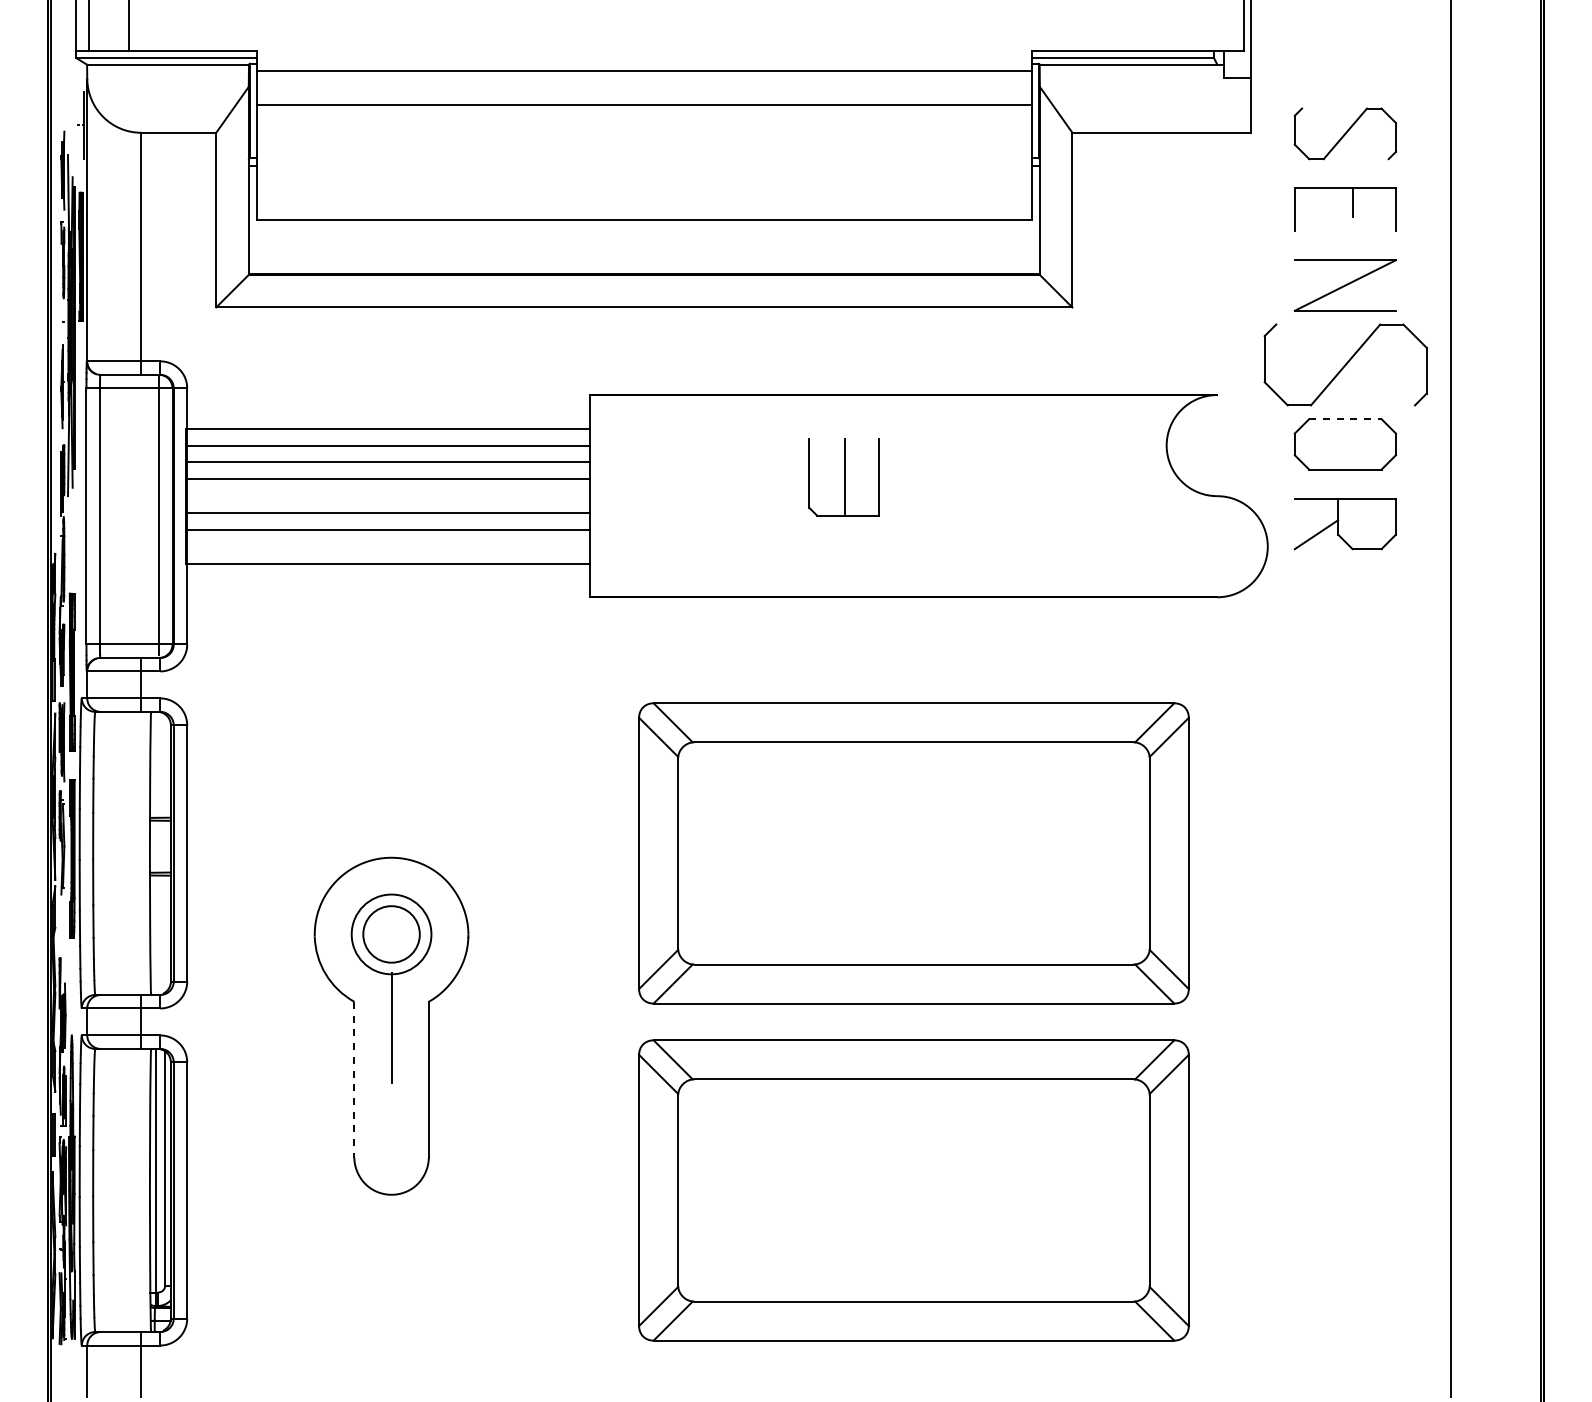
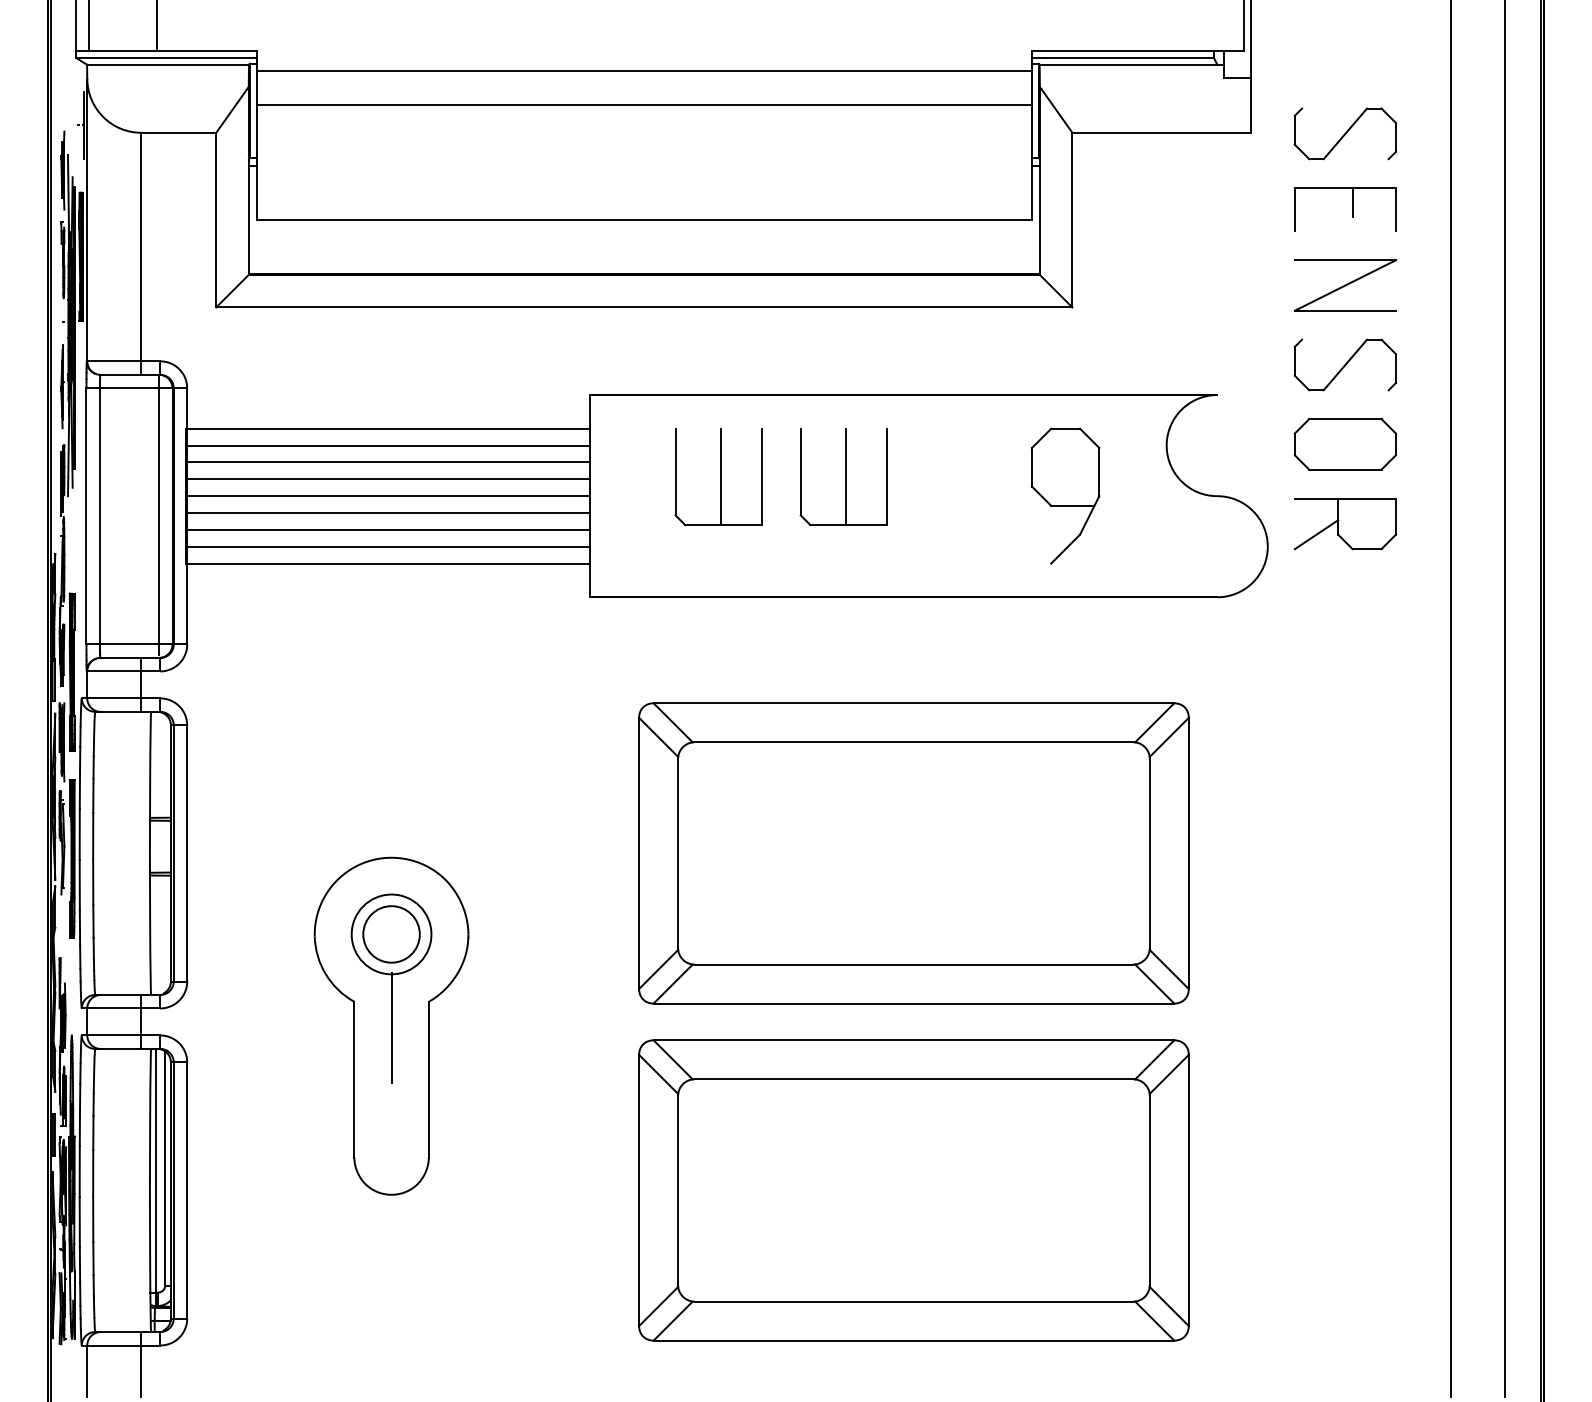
line at (128, 26) position: (128, 26) -> (156, 26)
part at (1345, 364) size: 165x84 px -> 104x54 px
line at (1345, 419): dashed -> solid
part at (718, 477): none -> present
part at (843, 477) size: 72x79 px -> 89x99 px
part at (1065, 495): none -> present
line at (387, 496): none -> present
line at (387, 546): none -> present
line at (1504, 699): none -> present
line at (354, 1079): dashed -> solid
